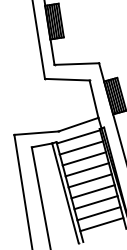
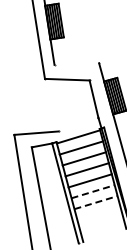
line at (76, 63): present -> none
line at (78, 124): present -> none
line at (93, 191): solid -> dashed
line at (96, 202): solid -> dashed
line at (98, 213): present -> none
line at (101, 224): present -> none
